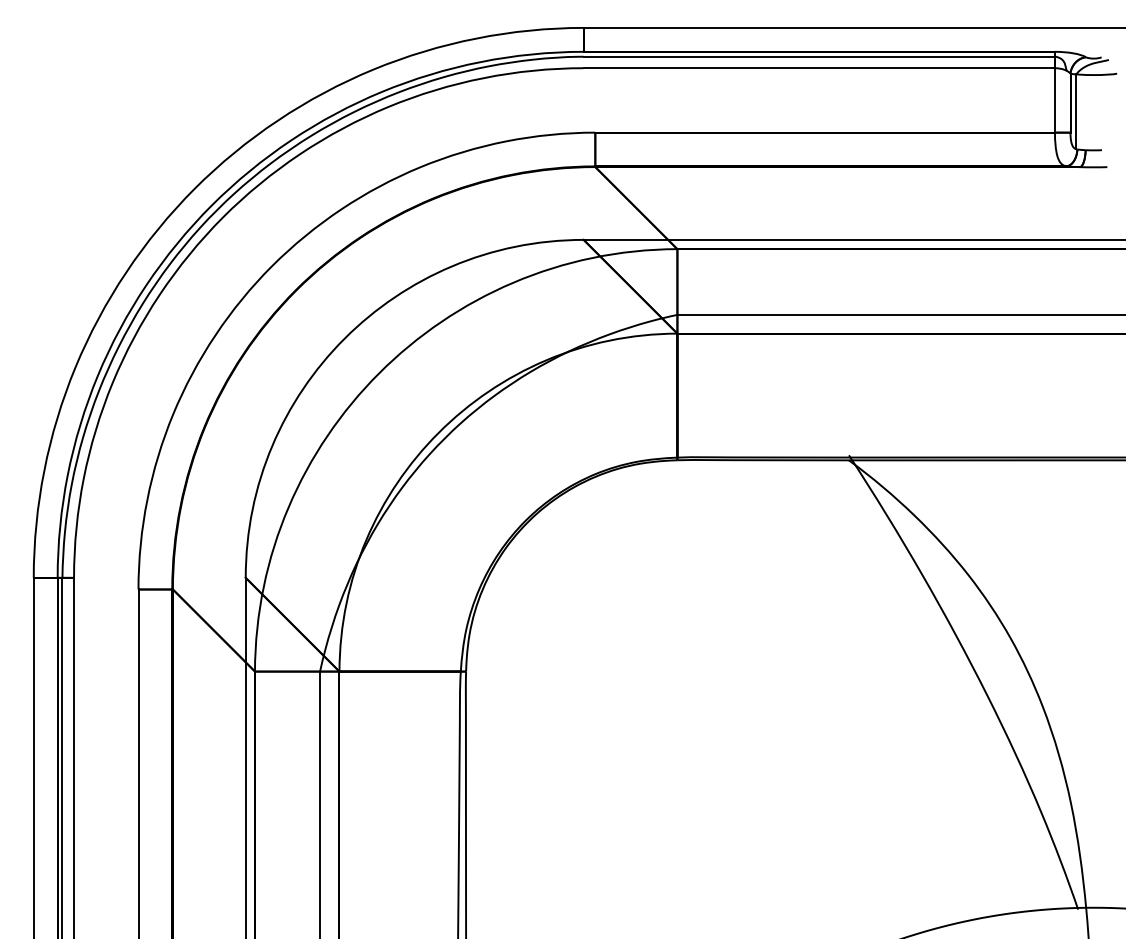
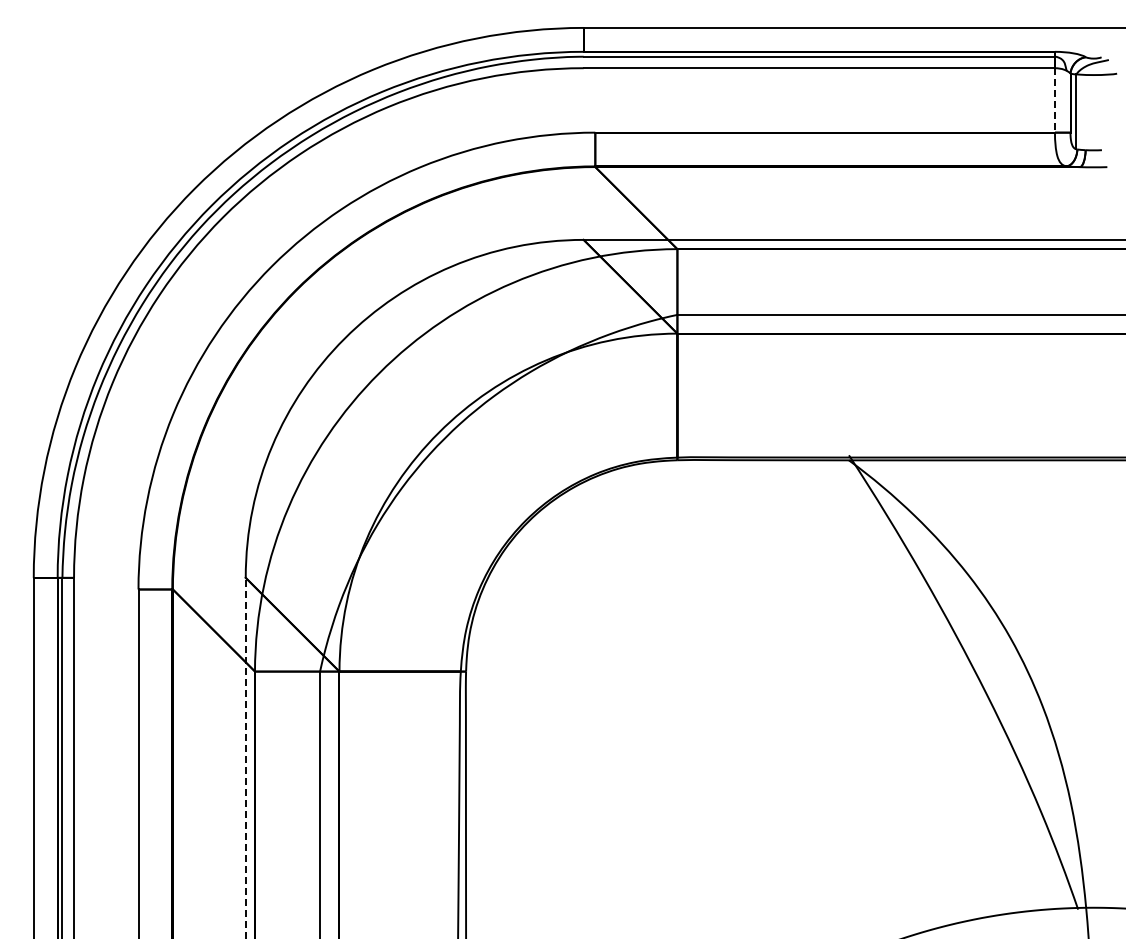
line at (1054, 100): solid -> dashed
line at (245, 757): solid -> dashed
